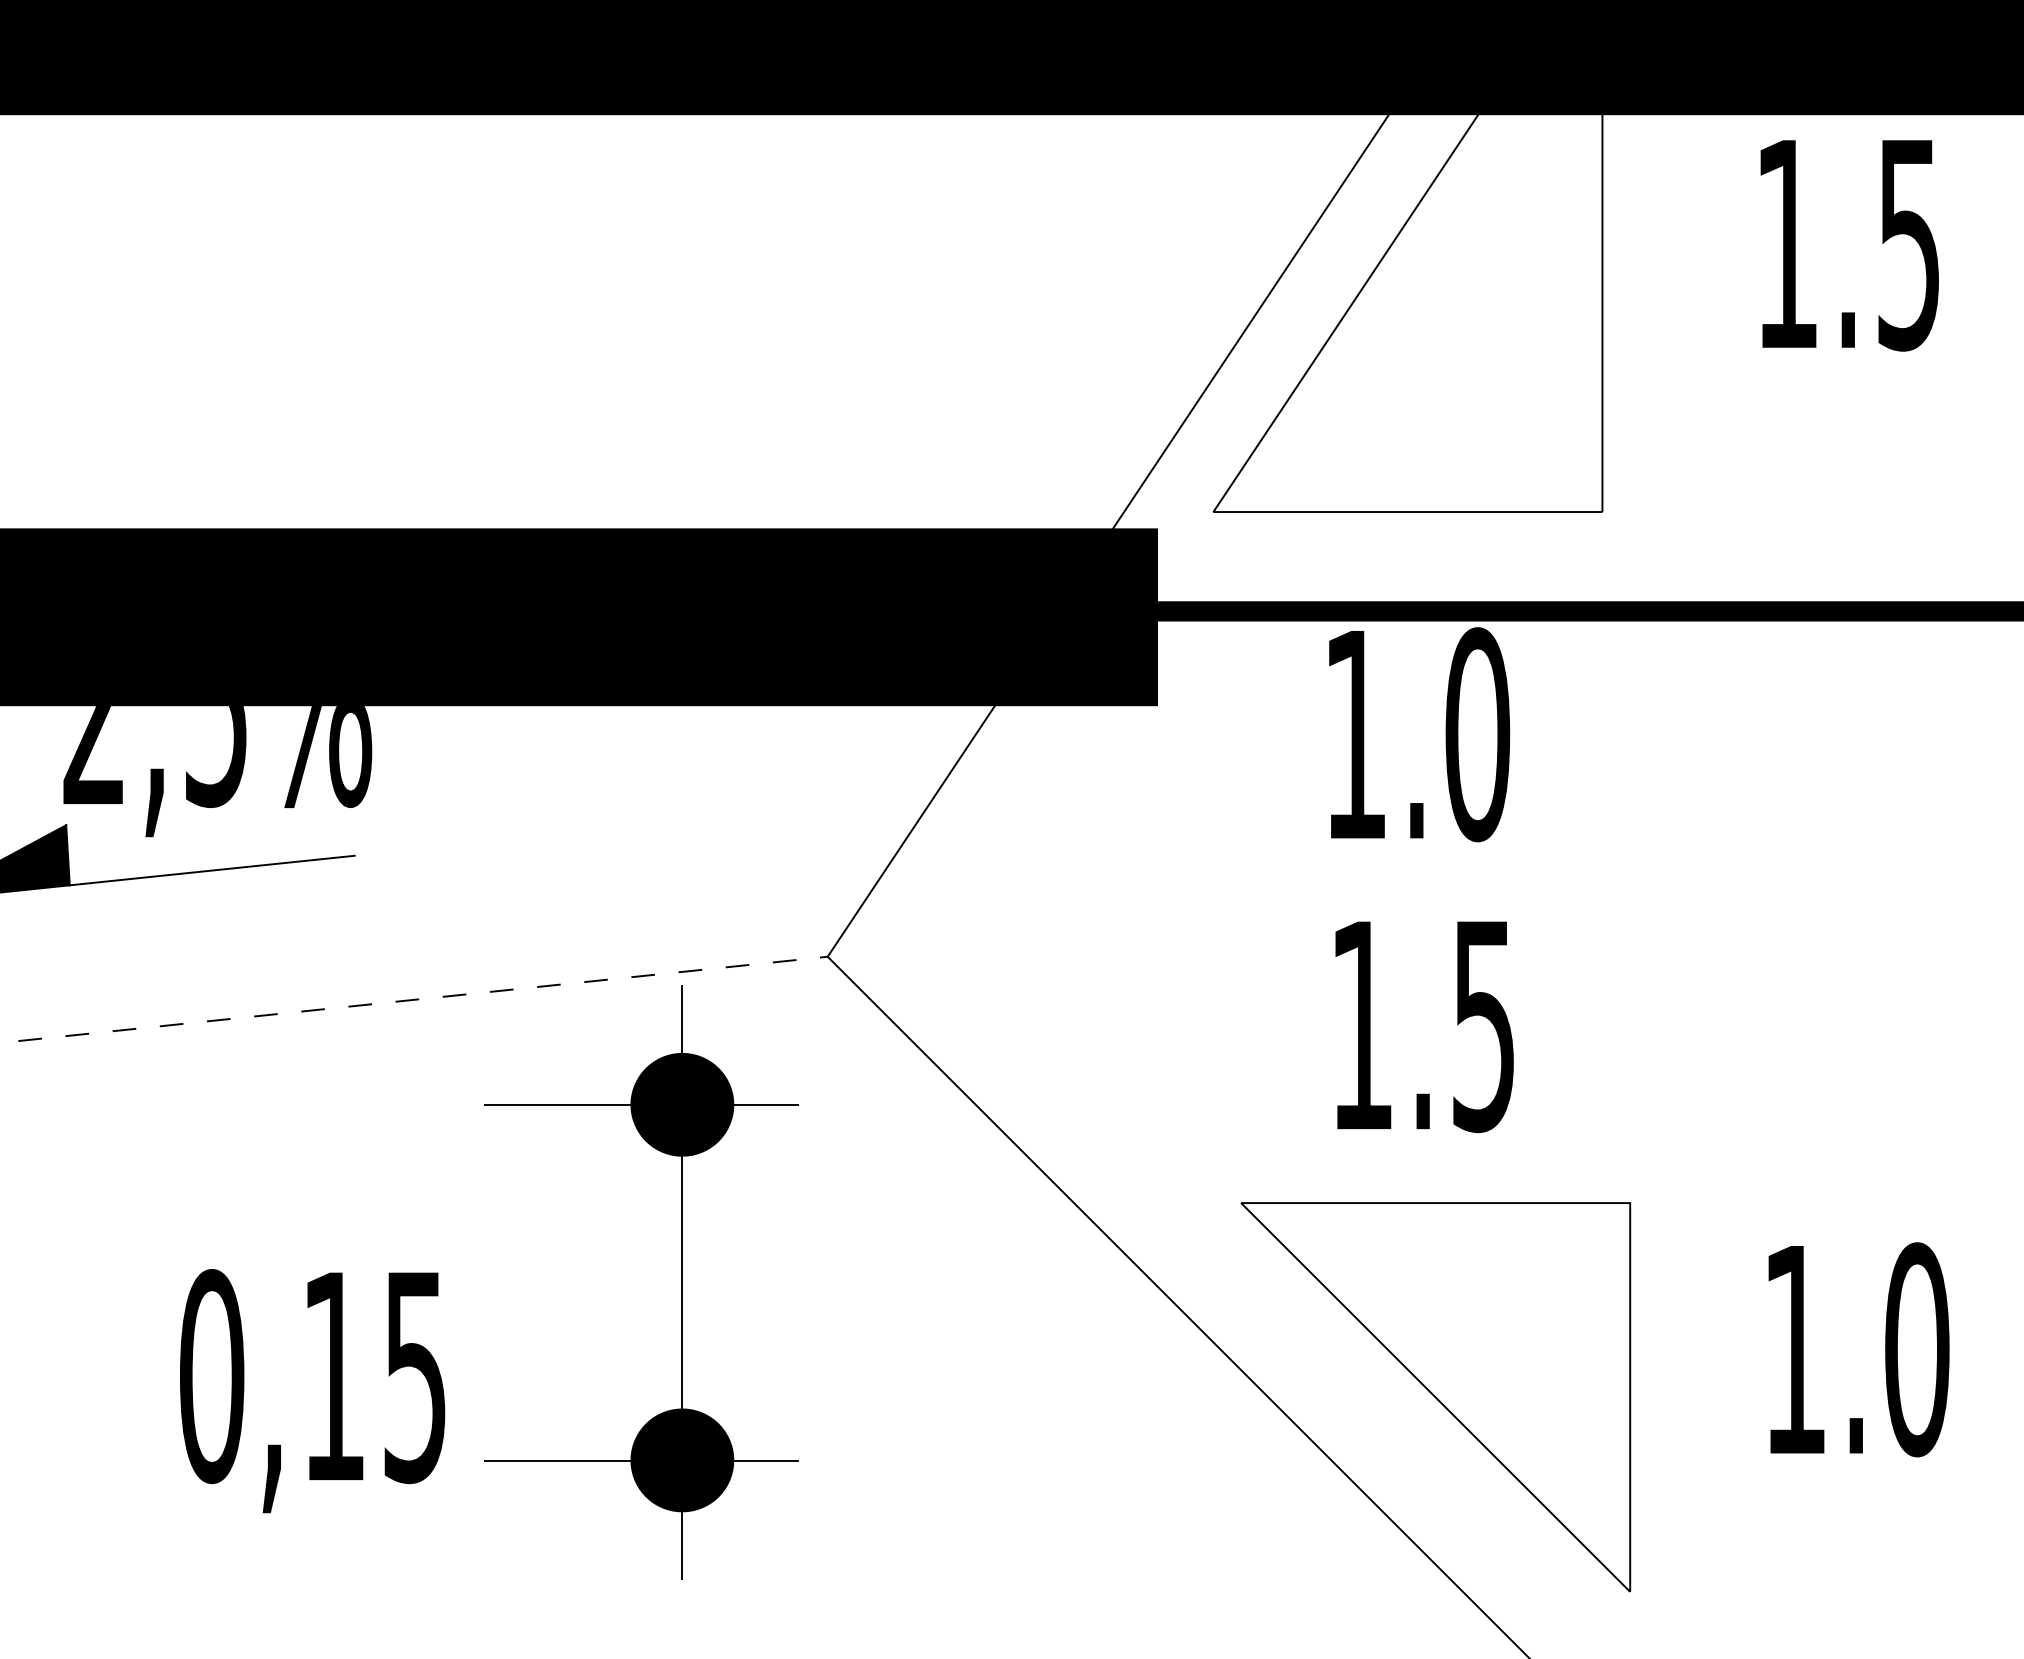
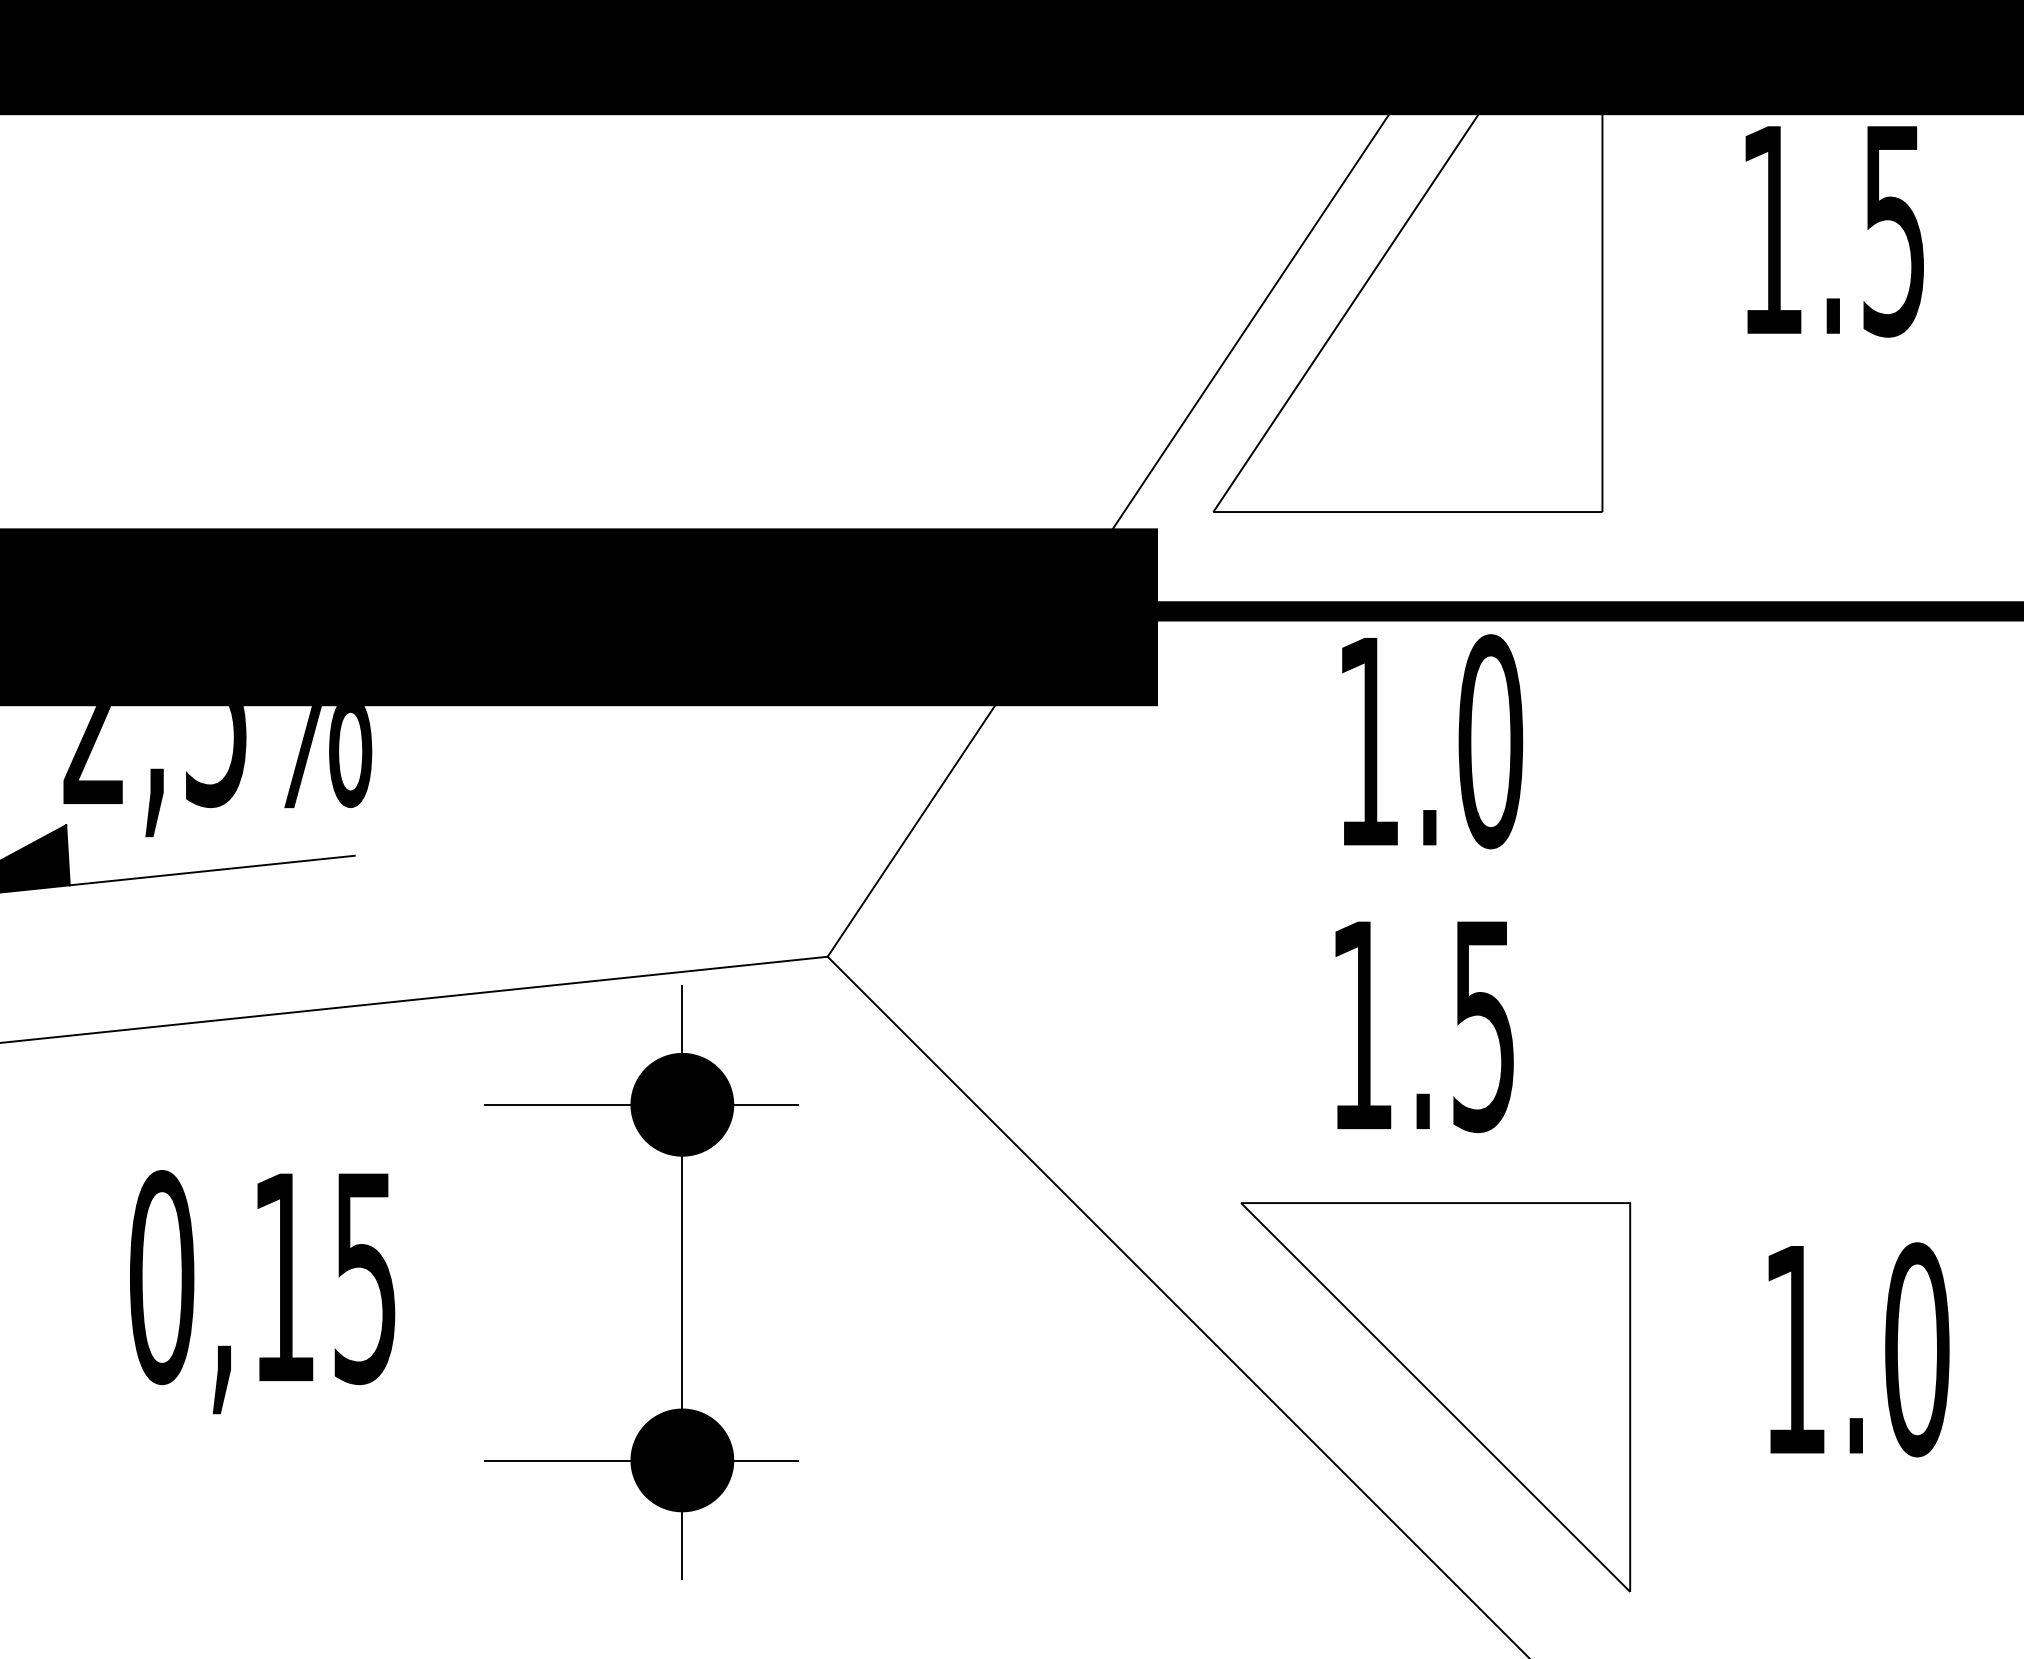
text at (1849, 245) position: (1849, 245) -> (1834, 231)
text at (1419, 734) position: (1419, 734) -> (1432, 741)
line at (414, 999): dashed -> solid
text at (312, 1391) position: (312, 1391) -> (262, 1292)
